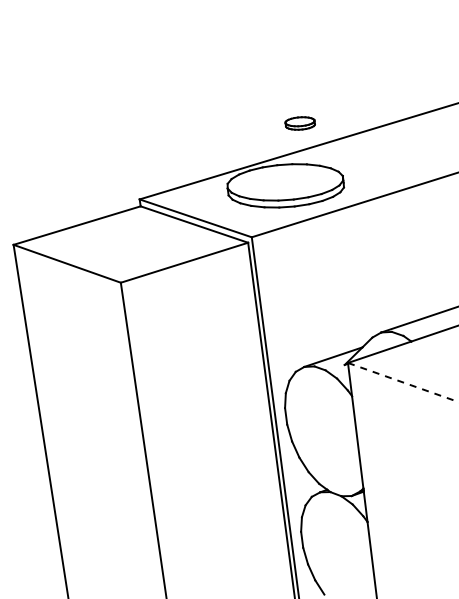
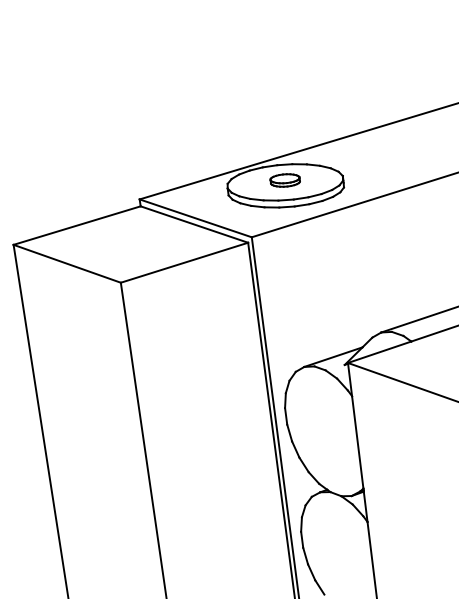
part at (299, 123) position: (299, 123) -> (284, 180)
line at (403, 382): dashed -> solid
